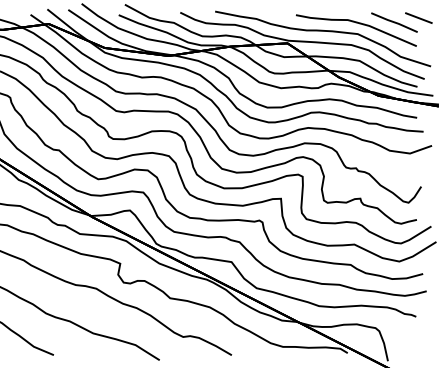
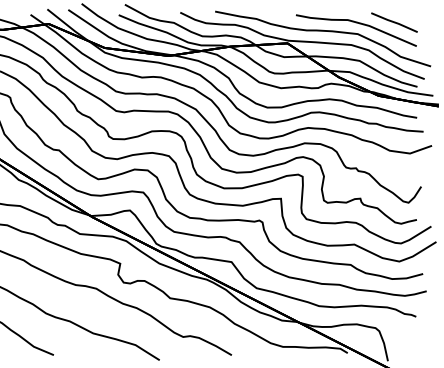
line at (418, 17): present -> none
